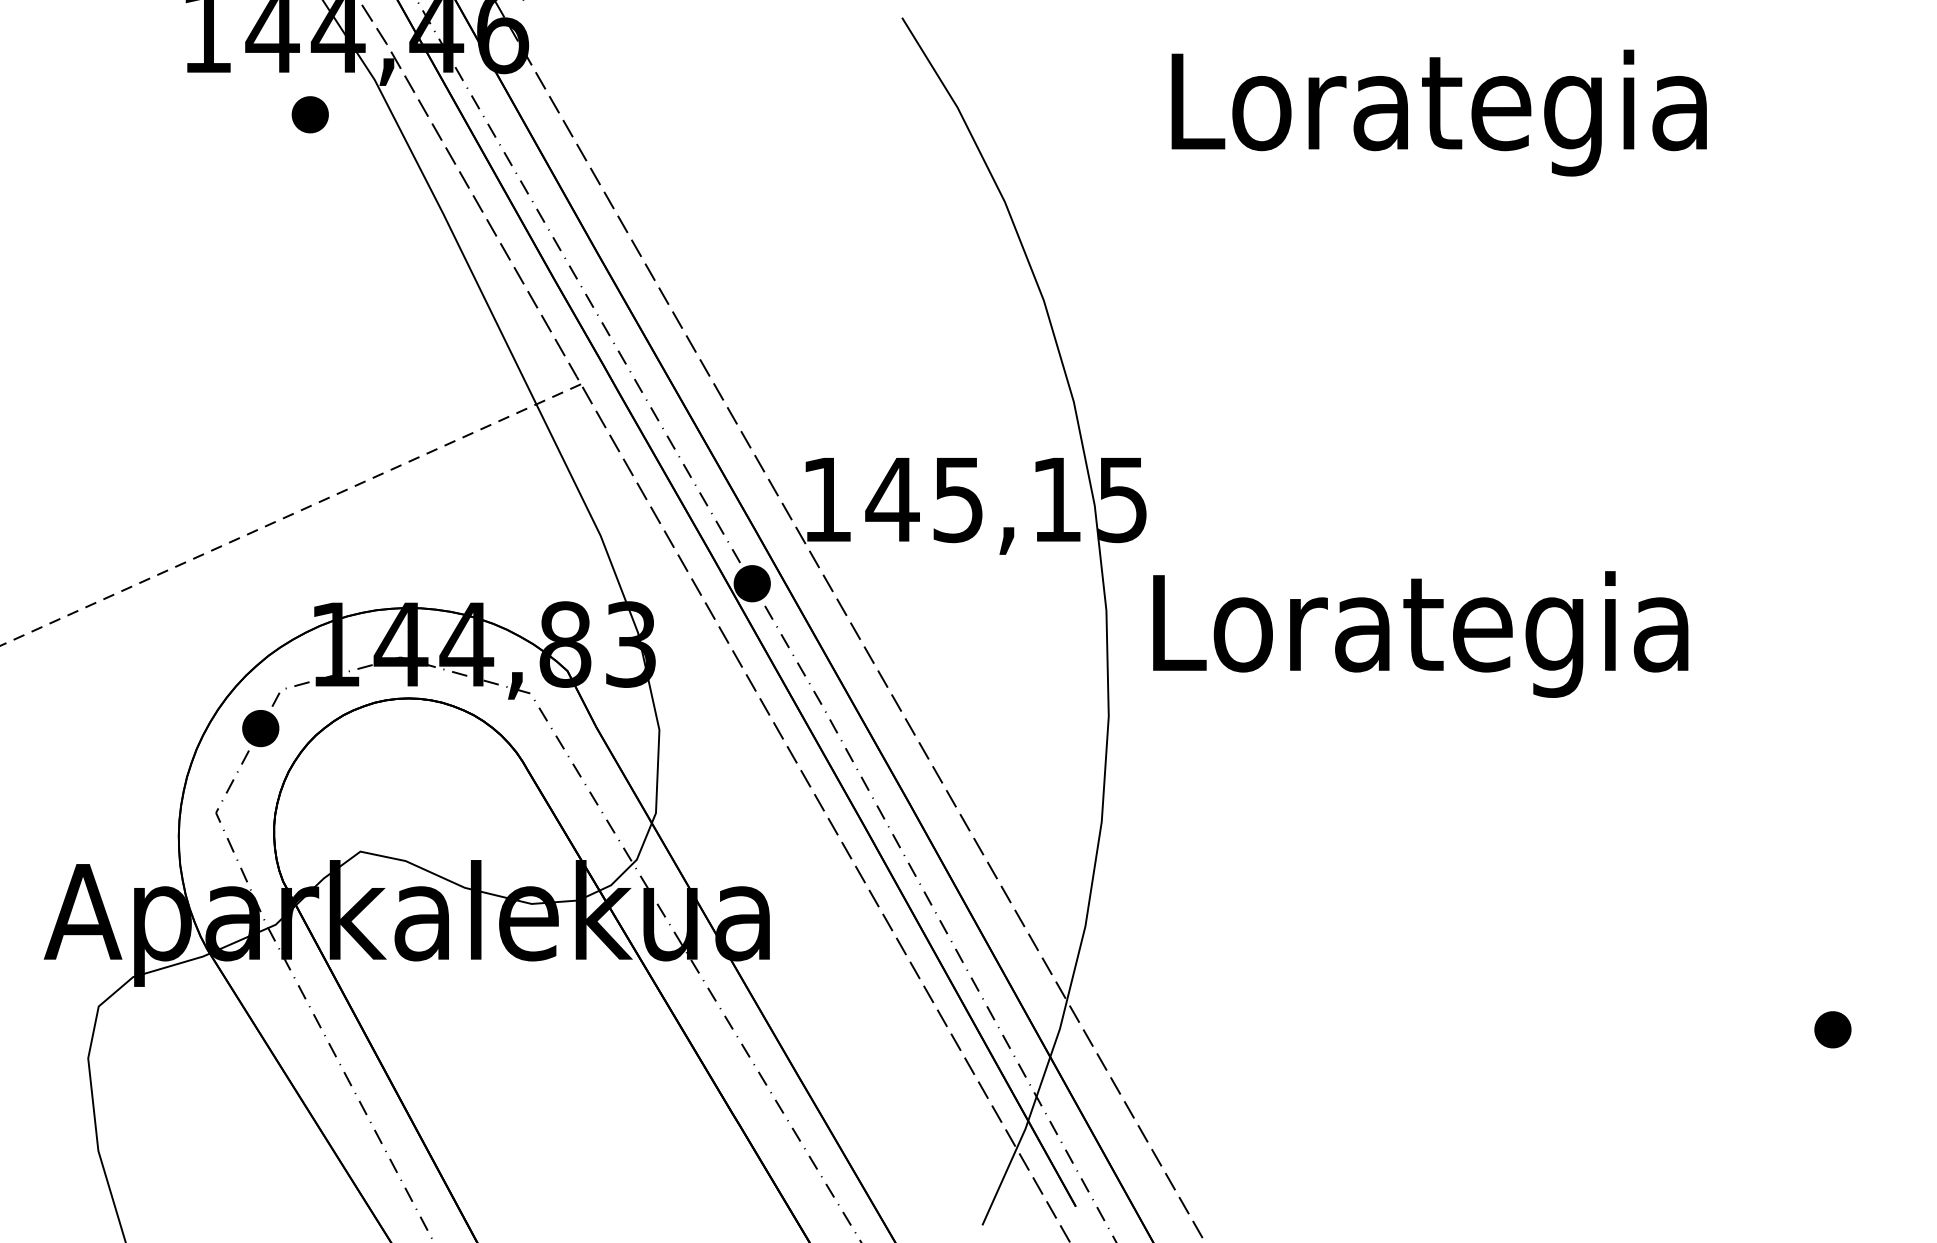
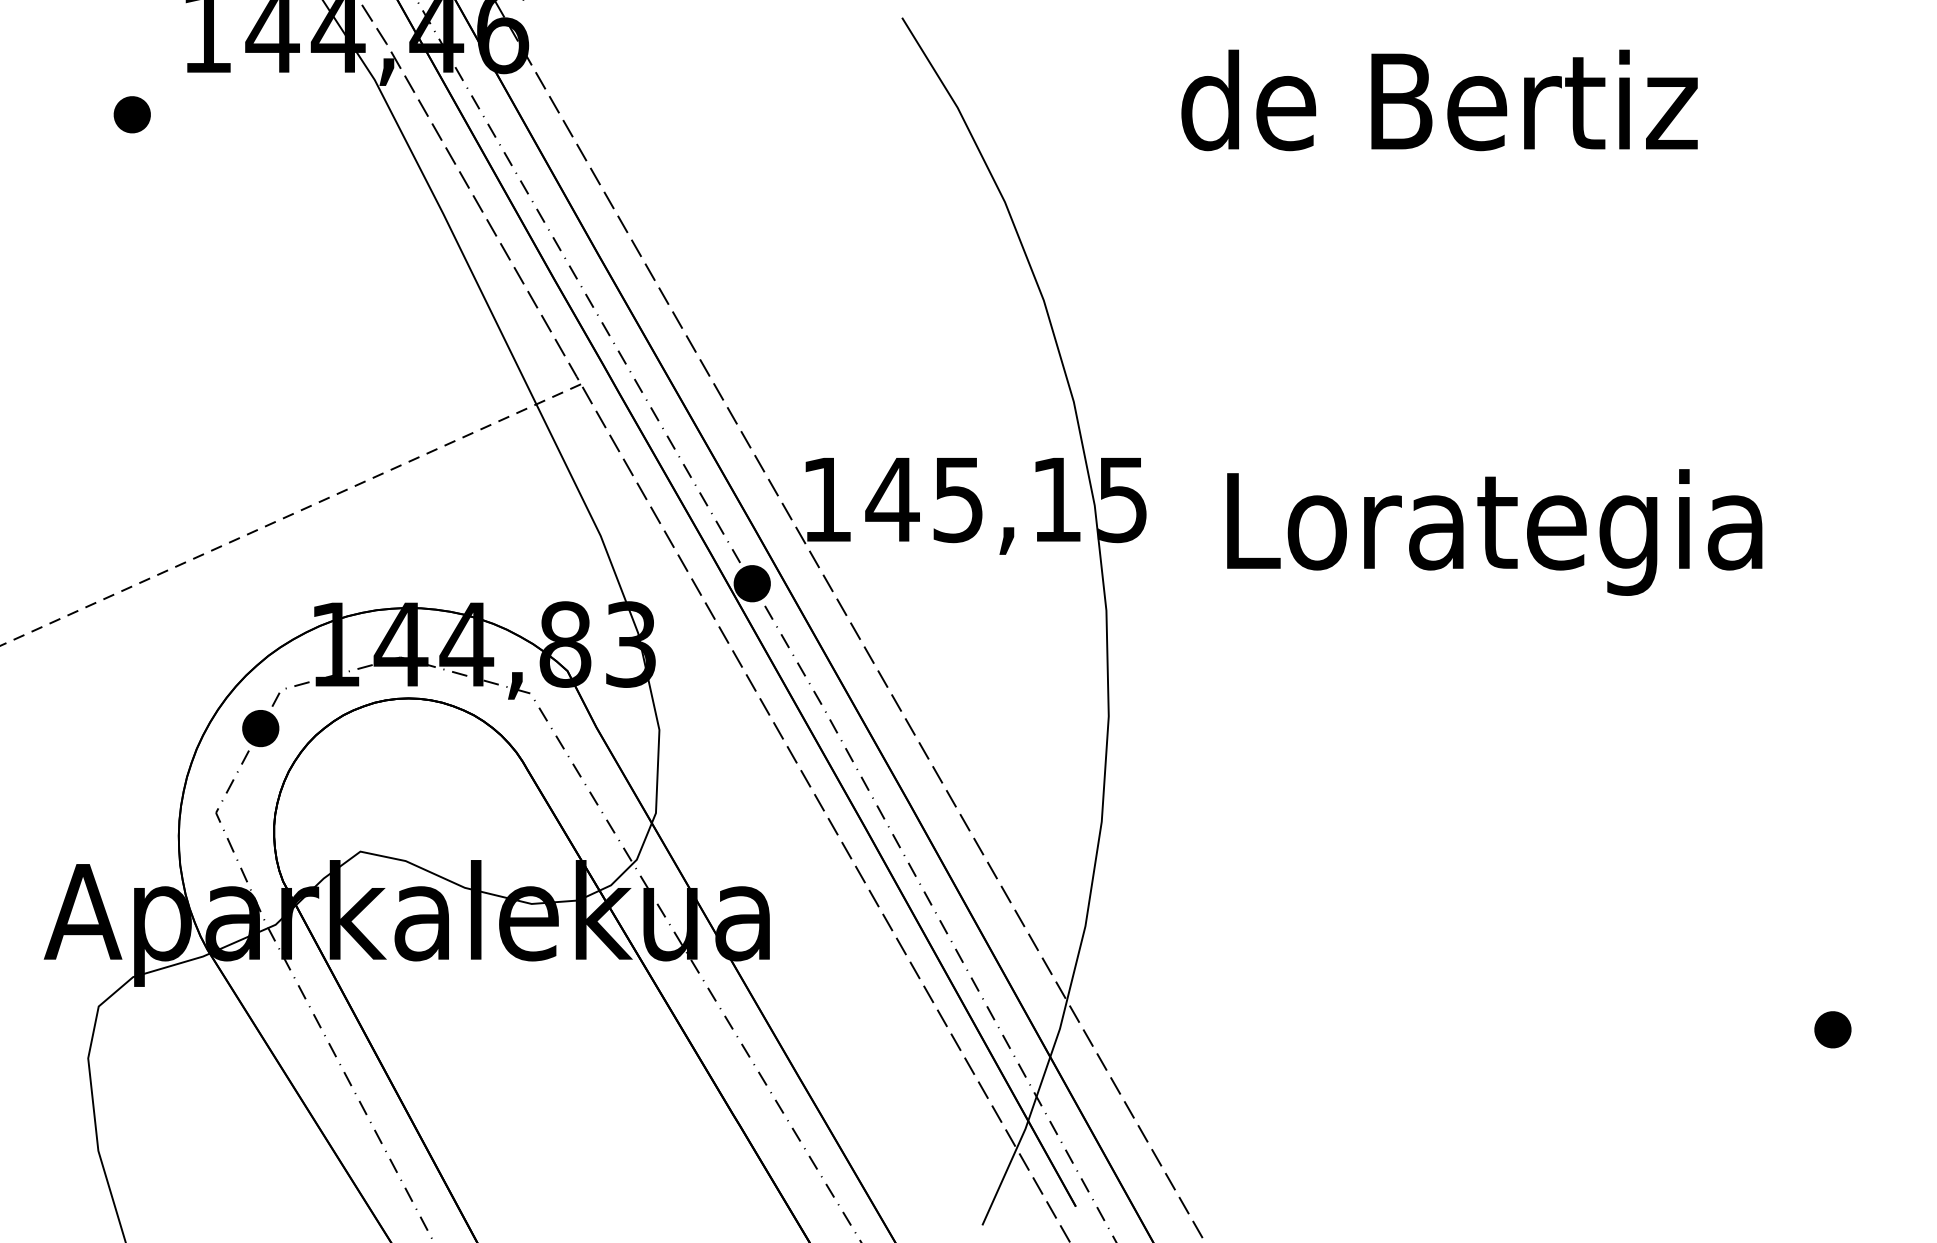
text at (1438, 112): Lorategia -> de Bertiz
part at (309, 114) position: (309, 114) -> (131, 114)
text at (1420, 634) position: (1420, 634) -> (1494, 532)
